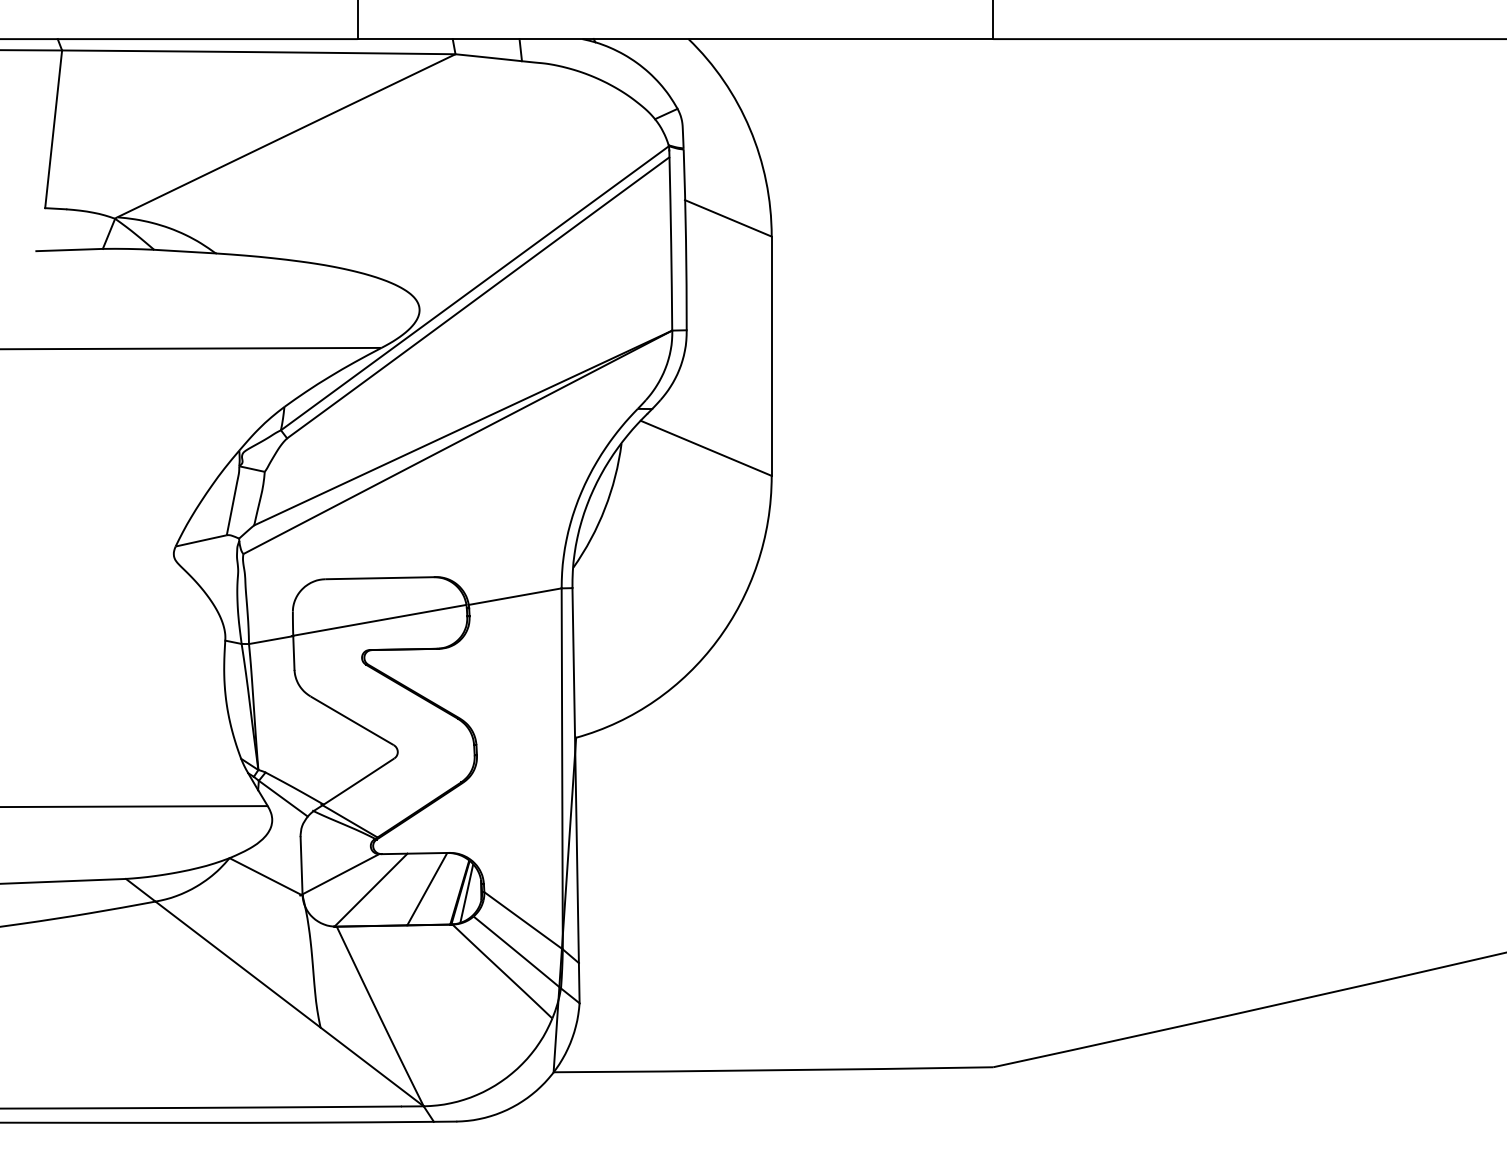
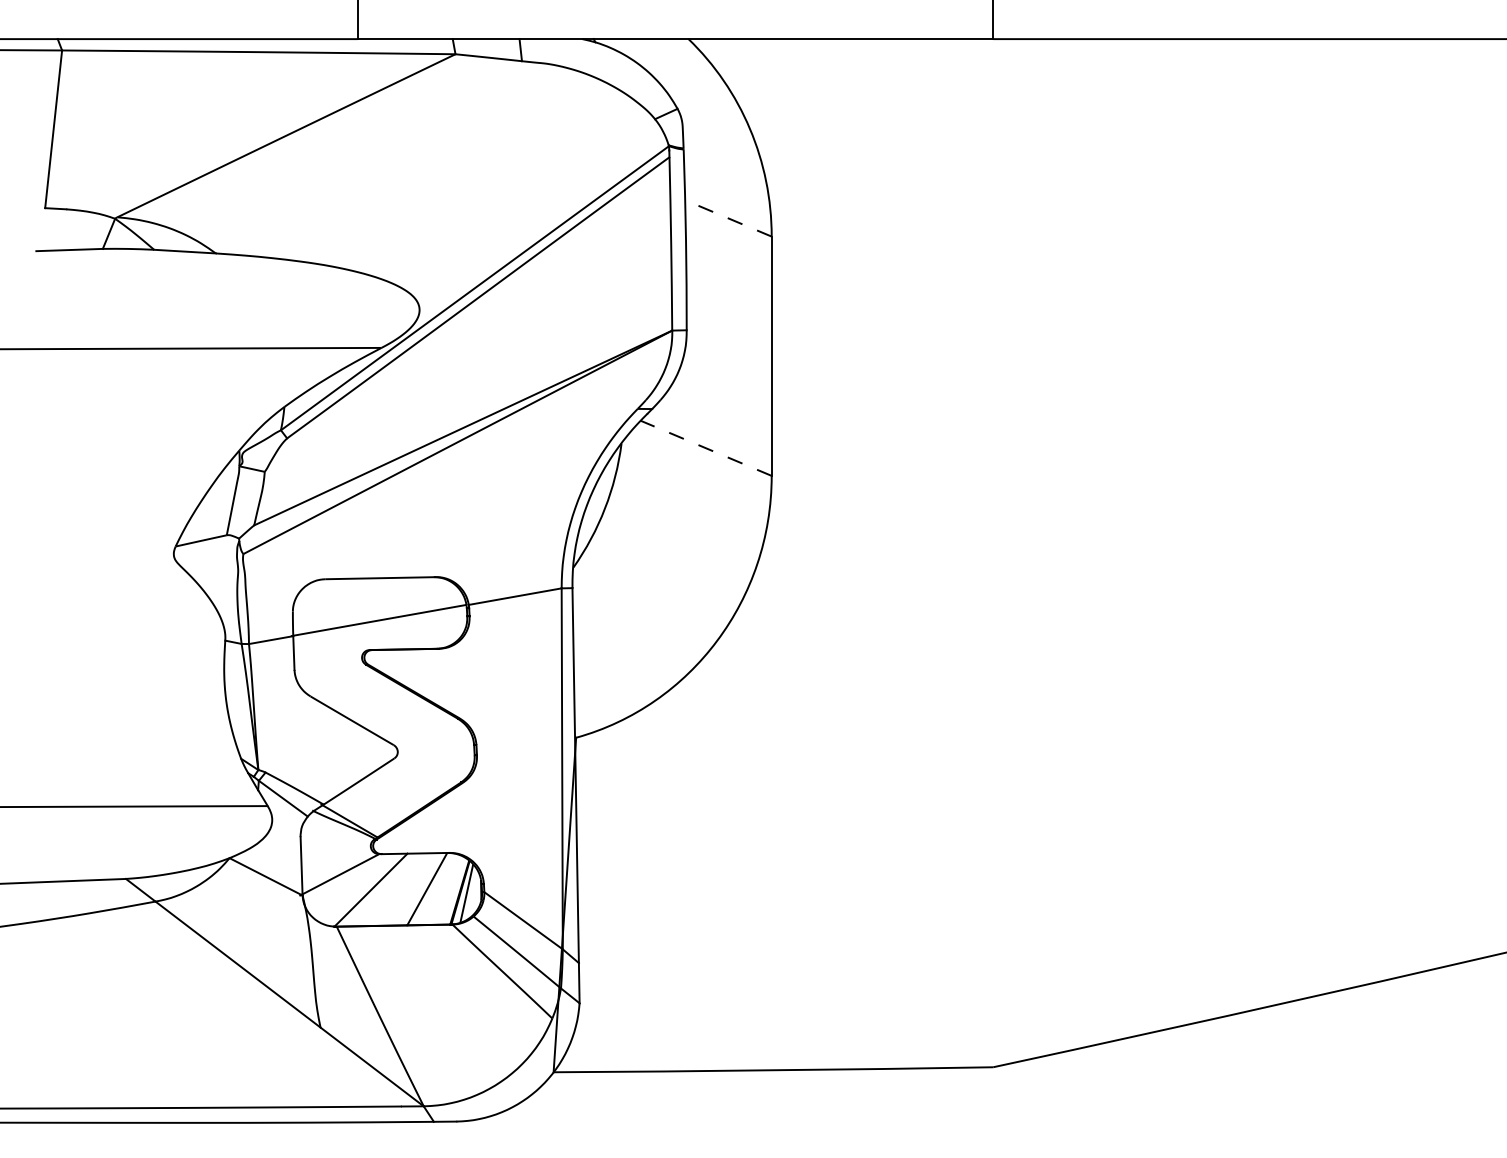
line at (727, 218): solid -> dashed
line at (705, 448): solid -> dashed
